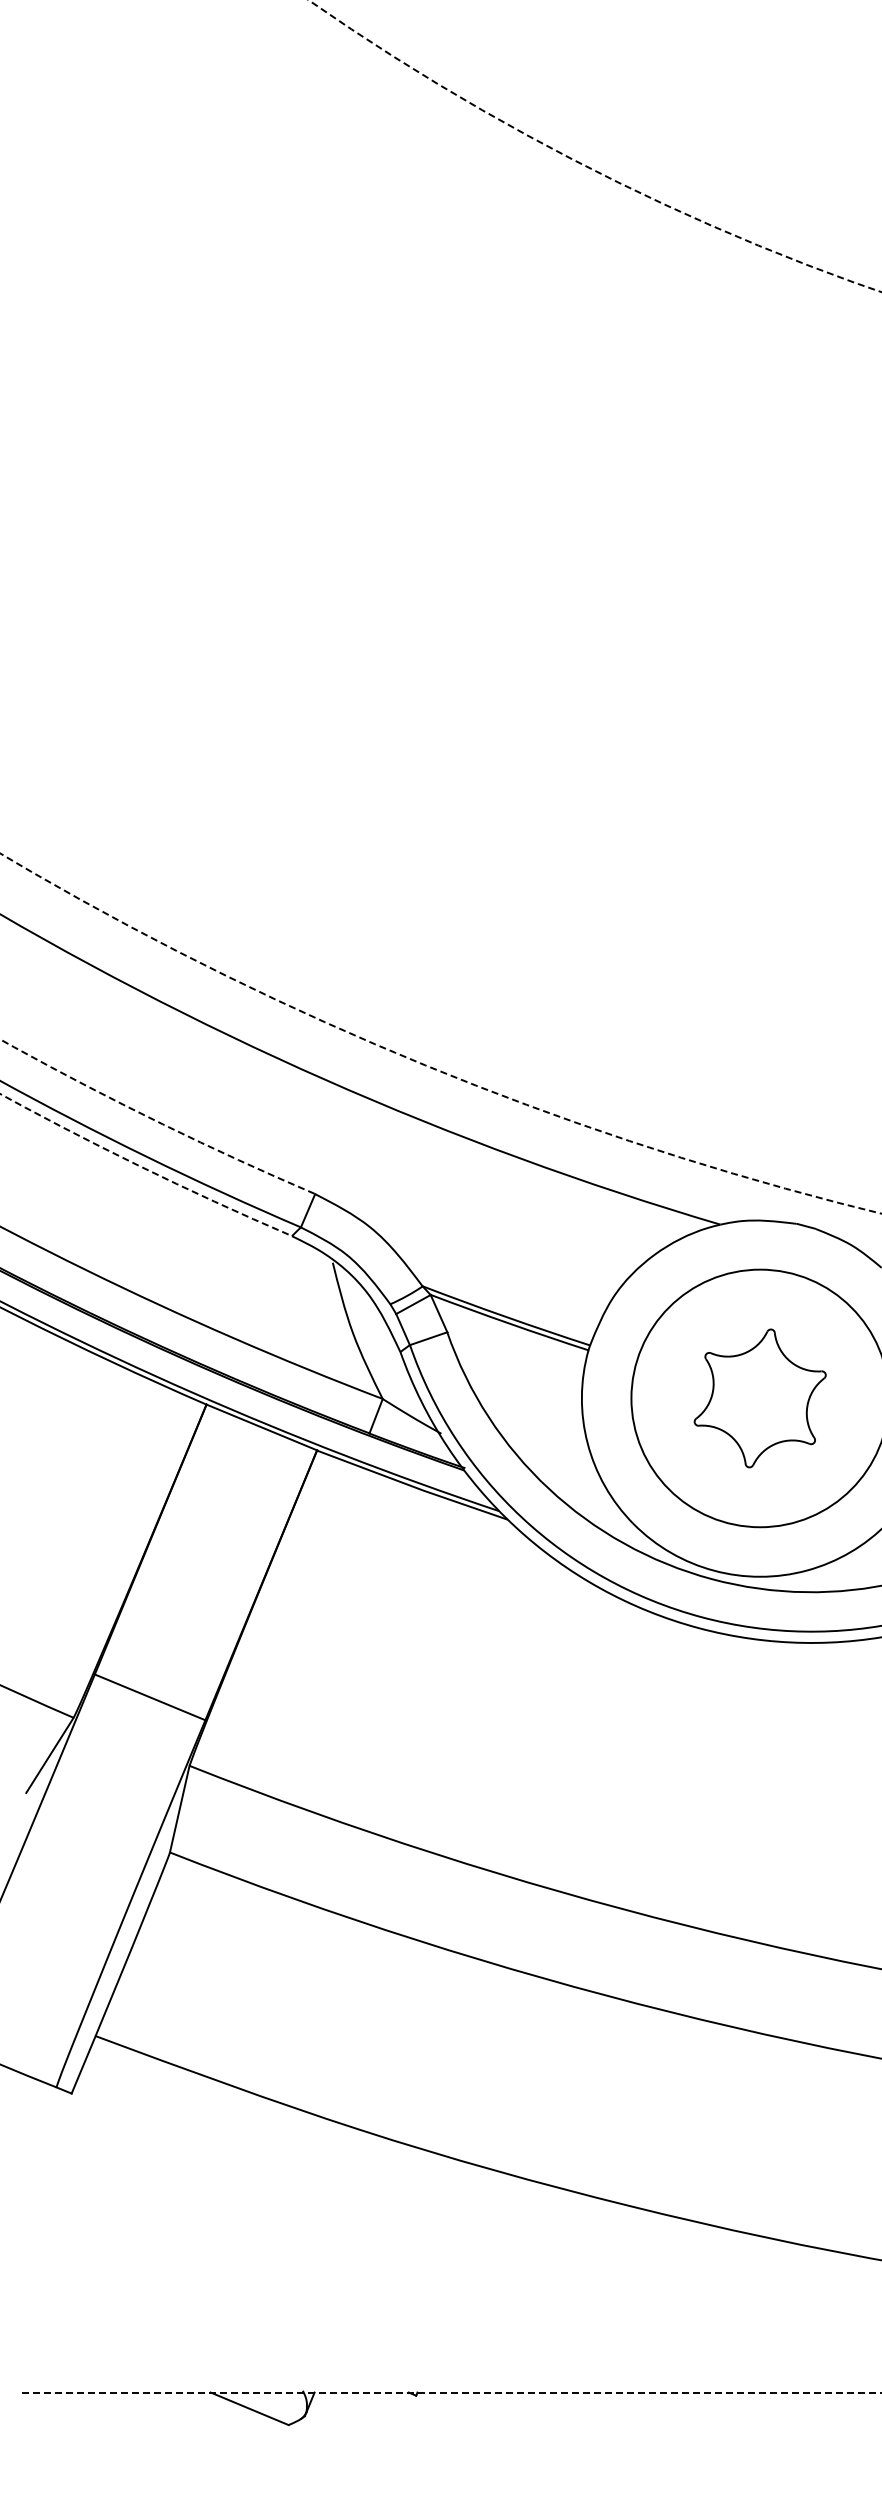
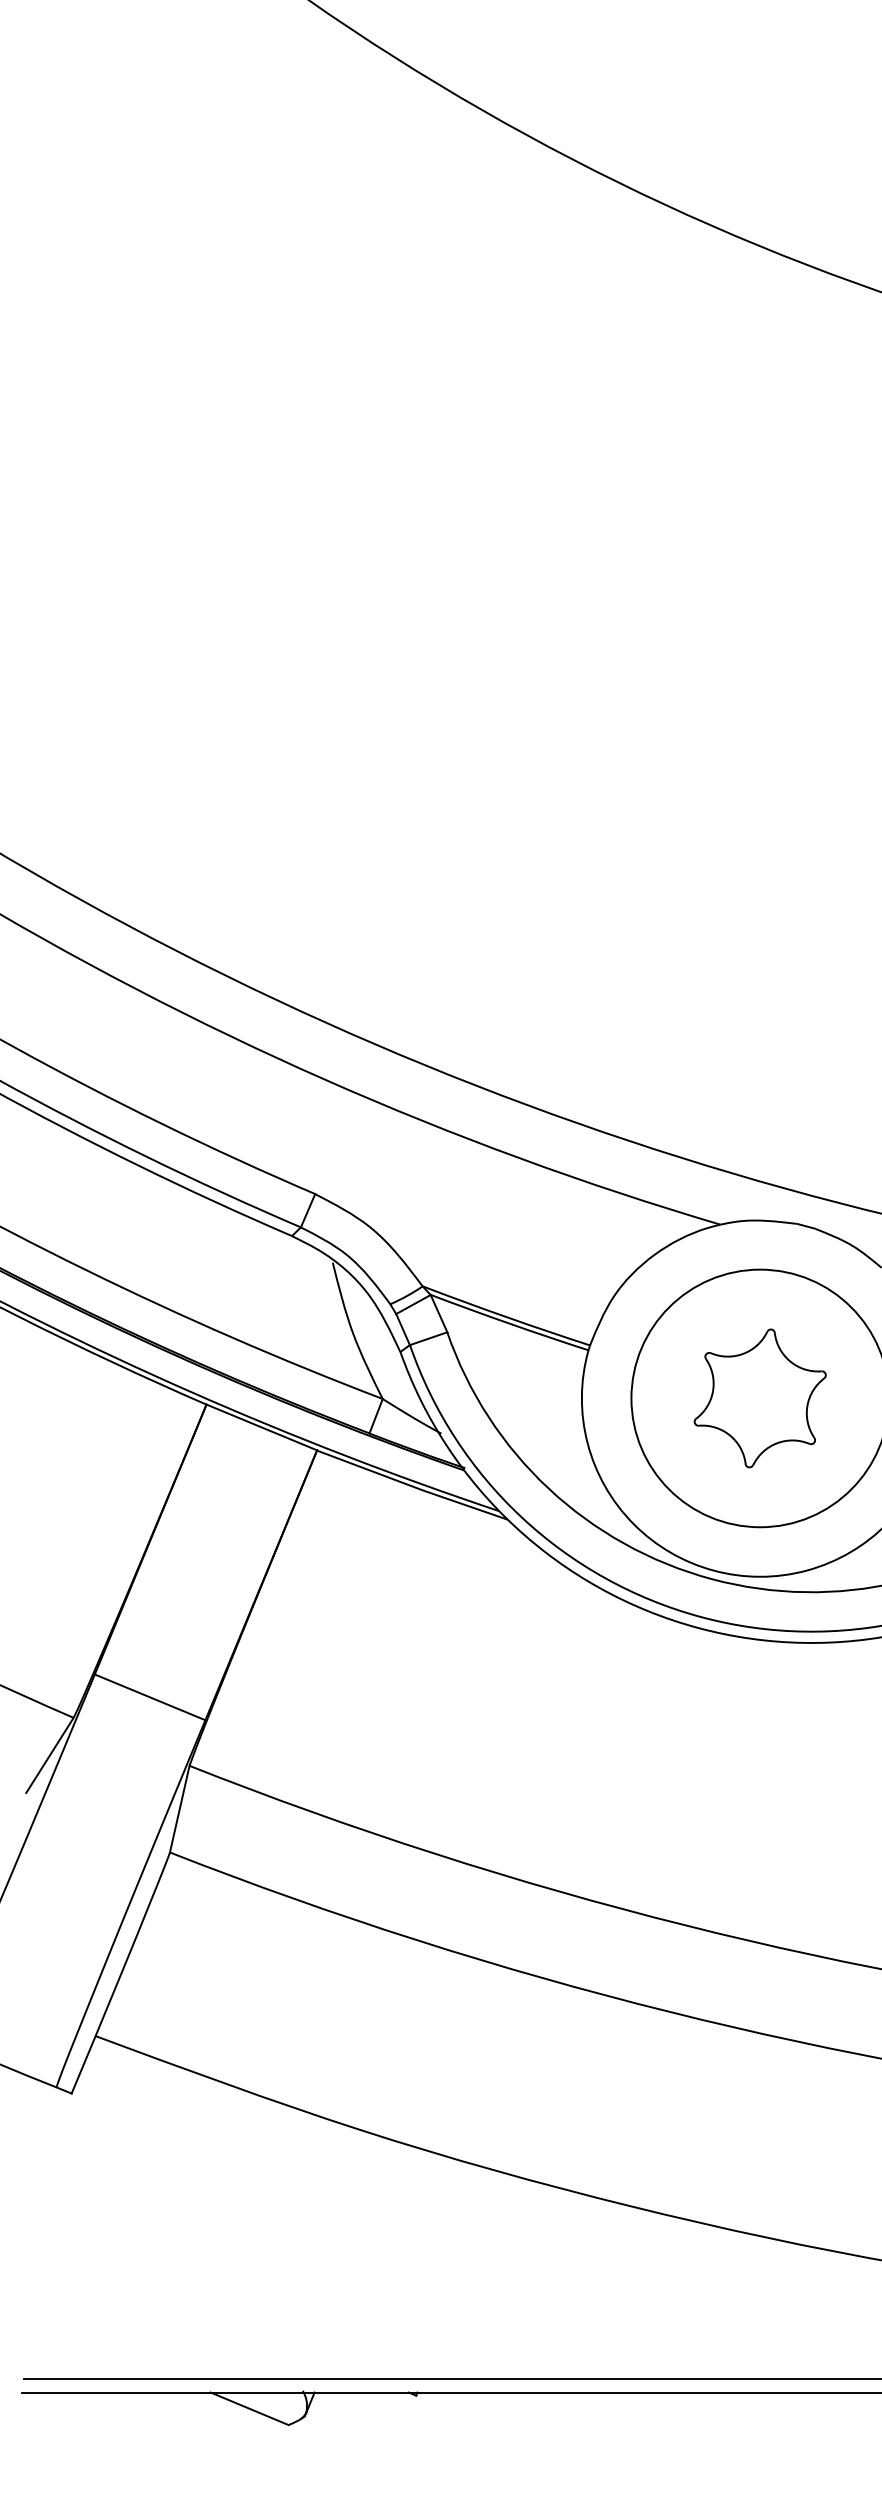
arc at (584, 165): dashed -> solid
arc at (428, 1066): dashed -> solid
arc at (155, 1120): dashed -> solid
arc at (144, 1168): dashed -> solid
line at (450, 2379): none -> present
line at (452, 2392): dashed -> solid
